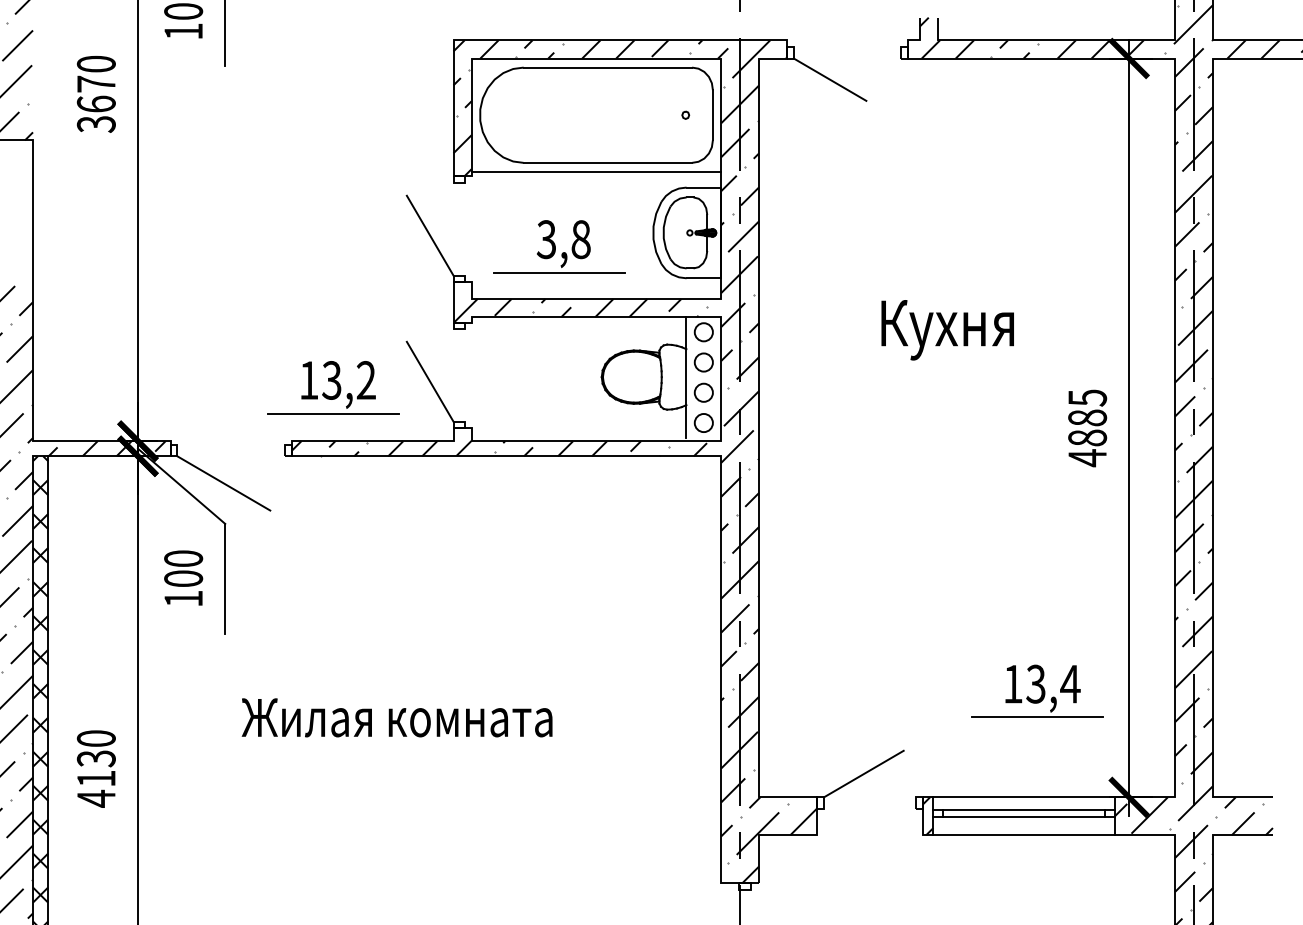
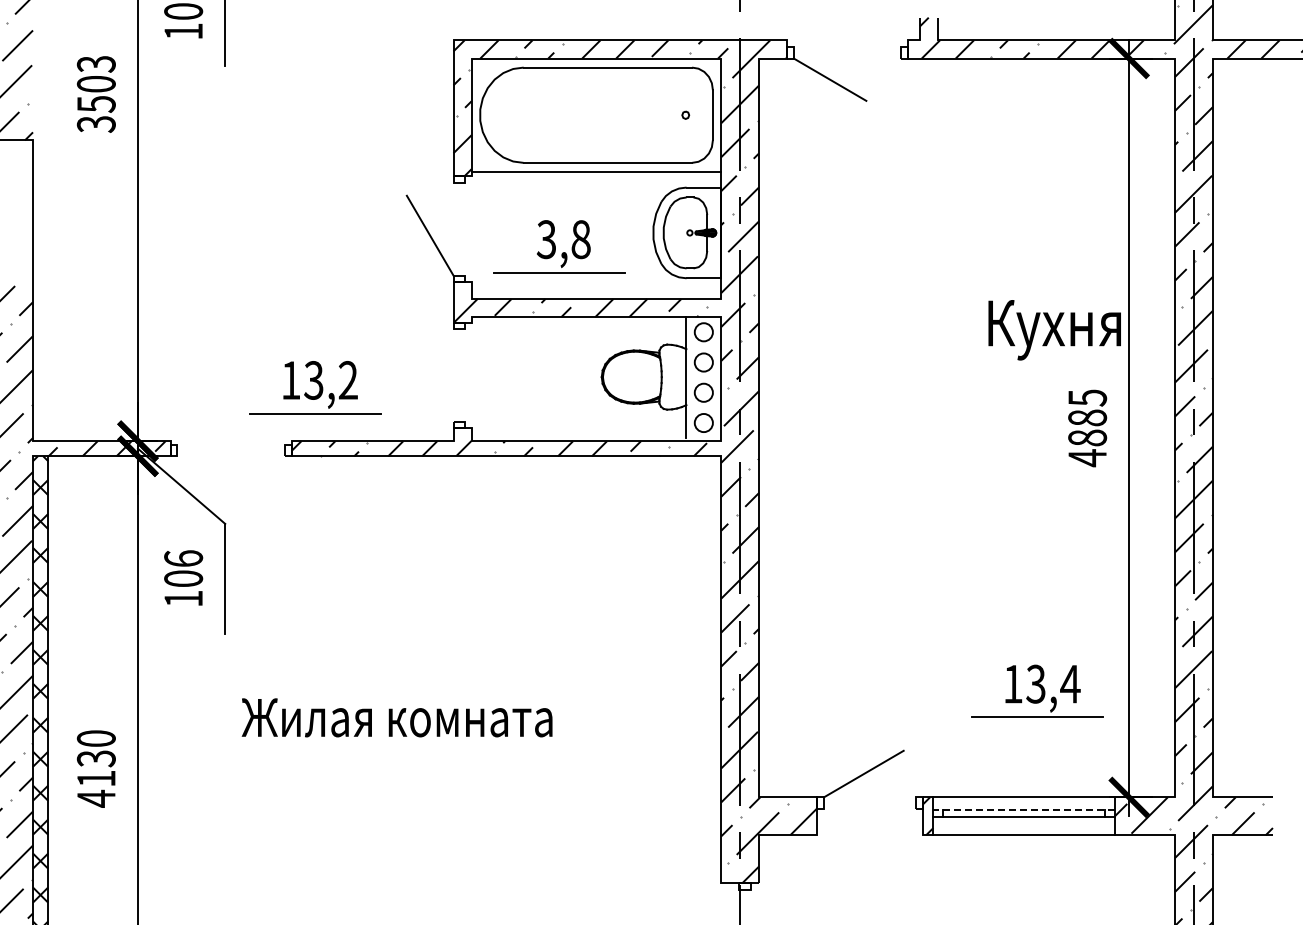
text at (95, 83): 3670 -> 3503
text at (947, 330) position: (947, 330) -> (1054, 330)
line at (429, 381): present -> none
part at (333, 387) position: (333, 387) -> (315, 387)
line at (223, 483): present -> none
text at (183, 558): 100 -> 106
line at (1024, 810): solid -> dashed
